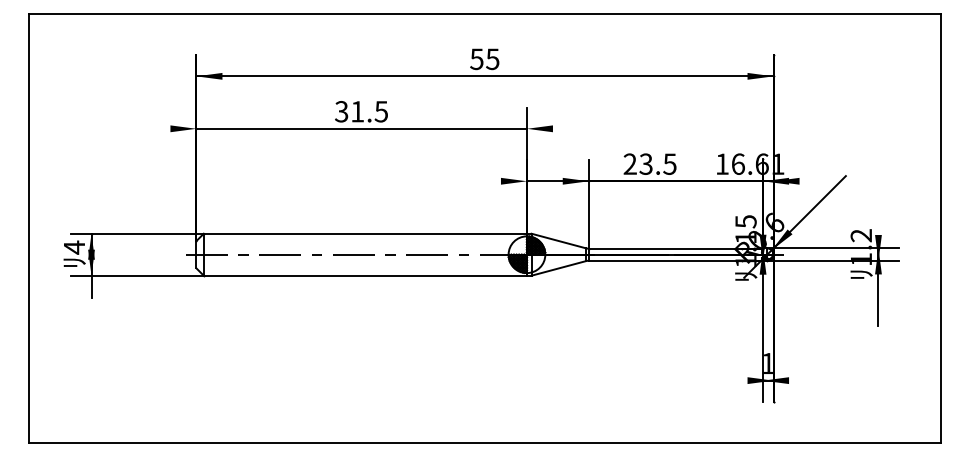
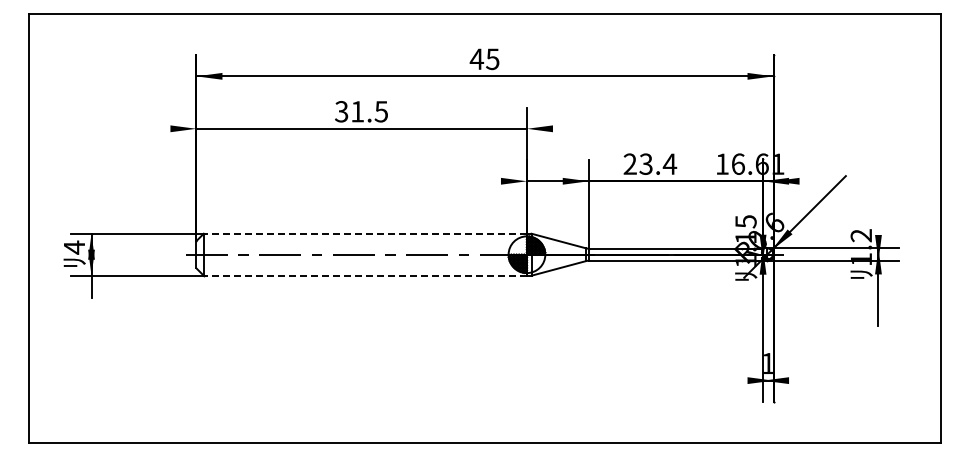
text at (476, 59): 55 -> 45
text at (669, 163): 23.5 -> 23.4
line at (365, 233): solid -> dashed
line at (365, 275): solid -> dashed
